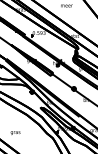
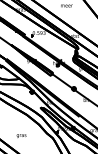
text at (15, 132) position: (15, 132) -> (21, 135)
